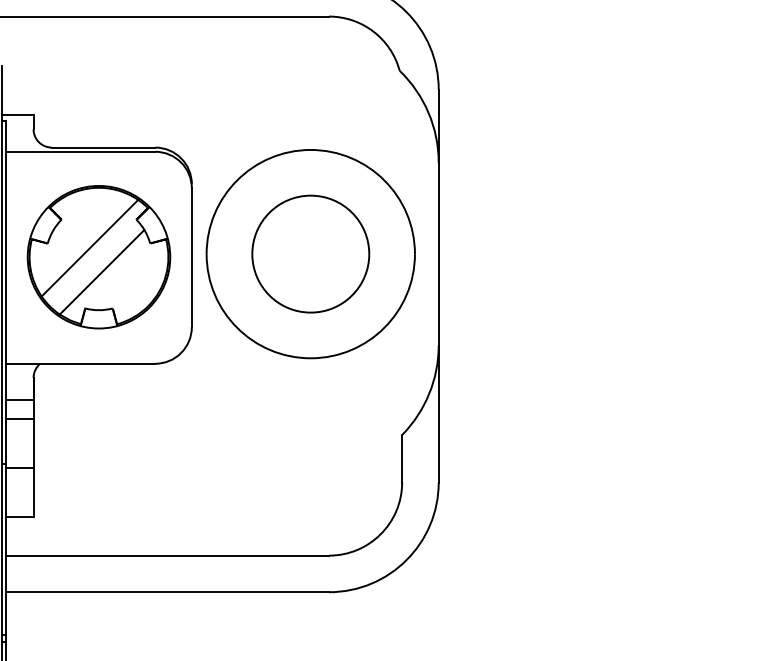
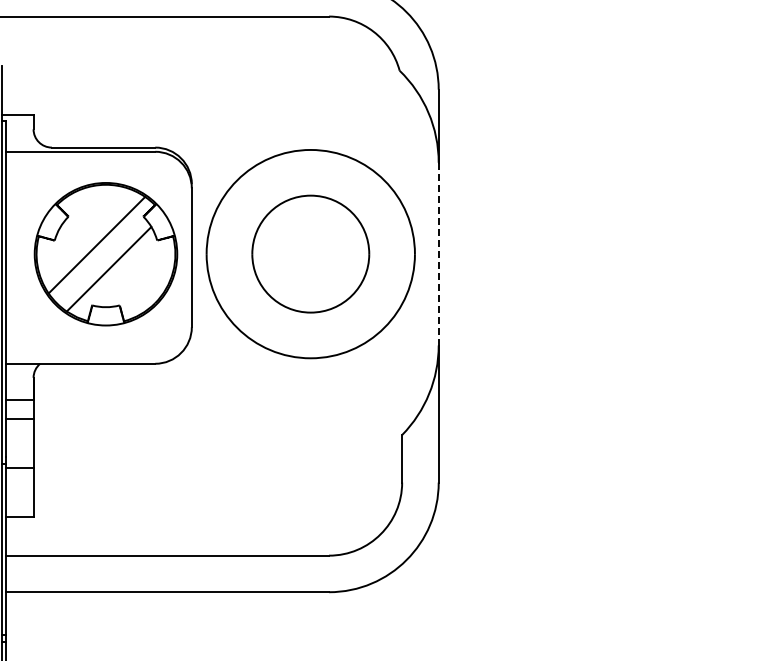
line at (438, 253): solid -> dashed
part at (98, 257) position: (98, 257) -> (105, 254)
